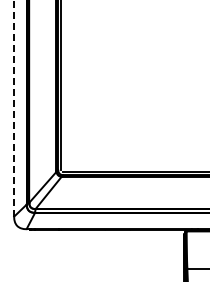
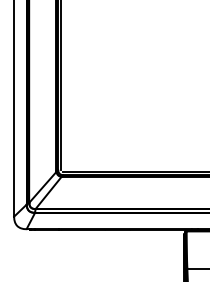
line at (14, 108): dashed -> solid
